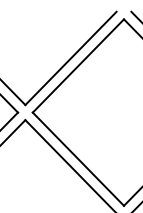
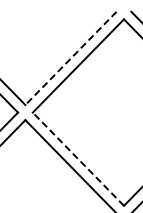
line at (70, 58): solid -> dashed
line at (78, 158): solid -> dashed
